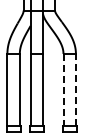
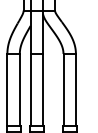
line at (75, 89): dashed -> solid
line at (63, 90): dashed -> solid
